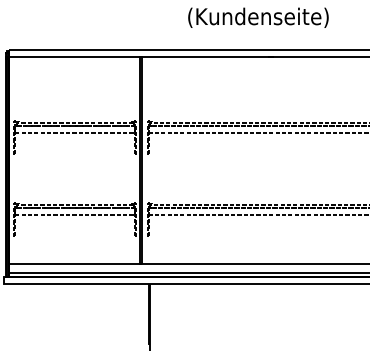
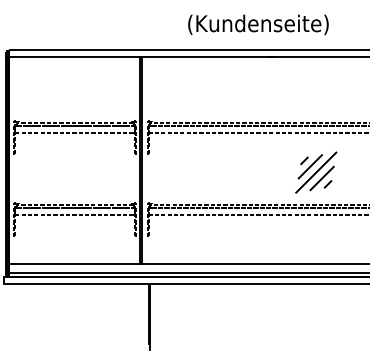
text at (258, 17) position: (258, 17) -> (258, 24)
part at (316, 172): none -> present
